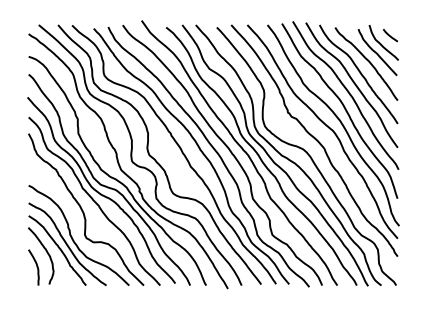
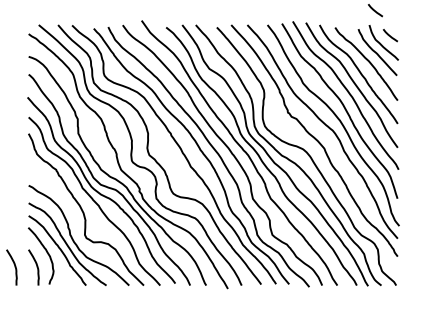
line at (375, 10): none -> present
curve at (14, 267): none -> present
